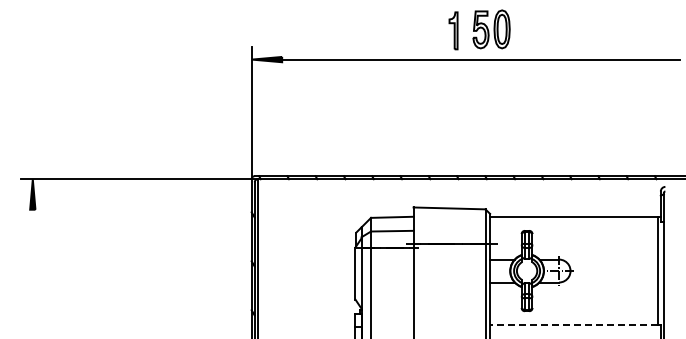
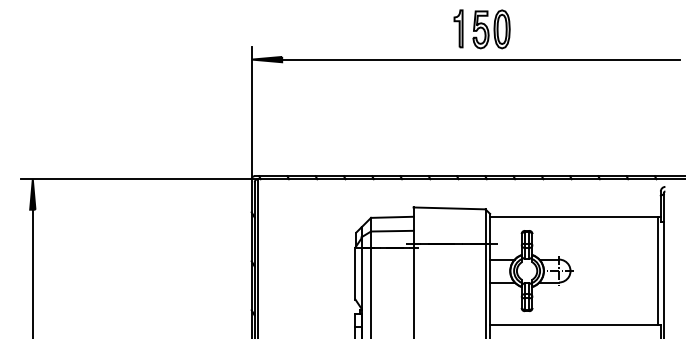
part at (453, 30) position: (453, 30) -> (458, 28)
line at (32, 272): none -> present
line at (573, 324): dashed -> solid
